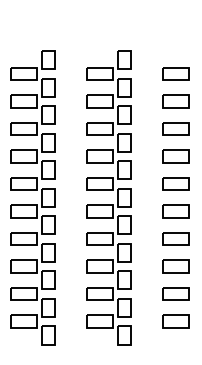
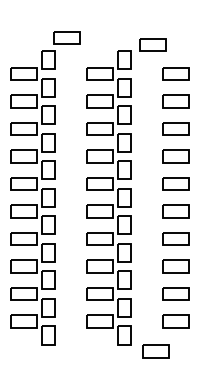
part at (66, 37): none -> present
part at (152, 44): none -> present
part at (155, 351): none -> present
